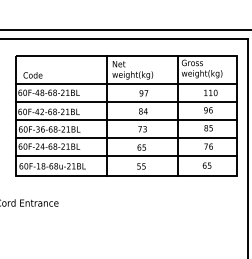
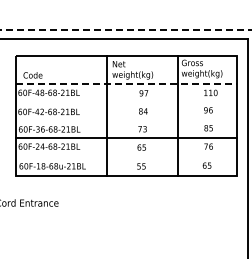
line at (126, 29): solid -> dashed
line at (126, 84): solid -> dashed
line at (125, 102): present -> none
line at (125, 120): present -> none
line at (125, 156): present -> none
